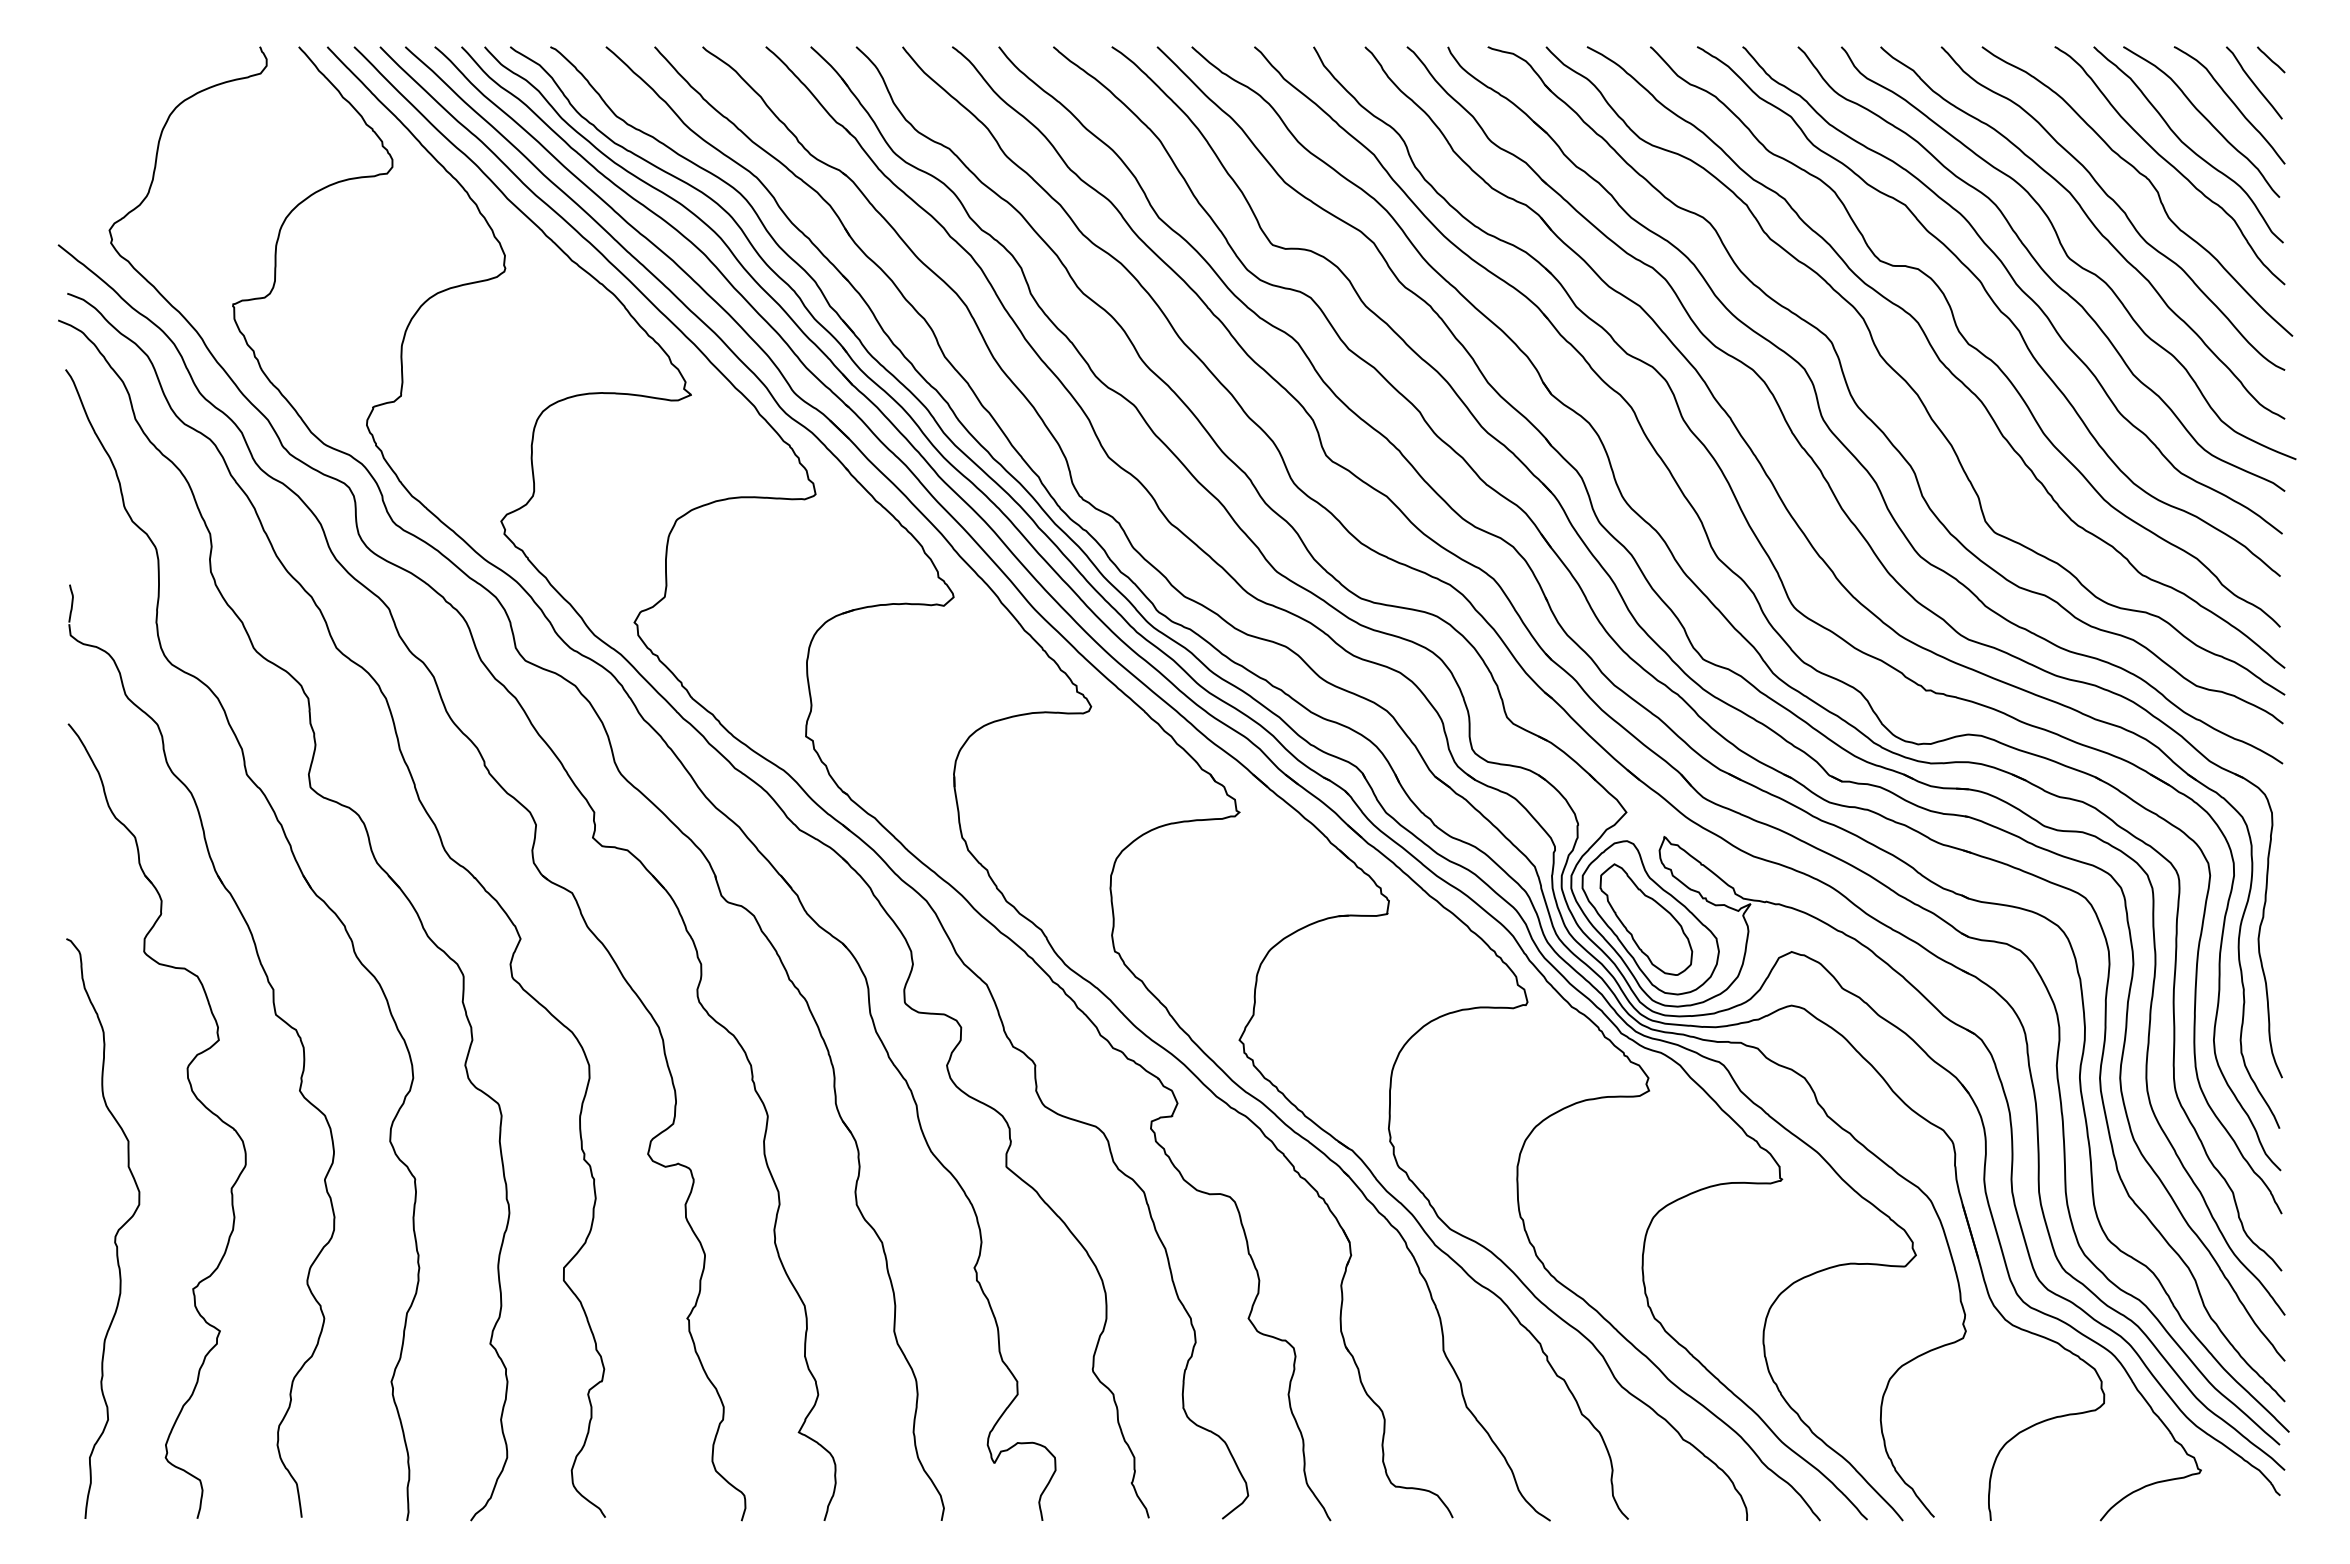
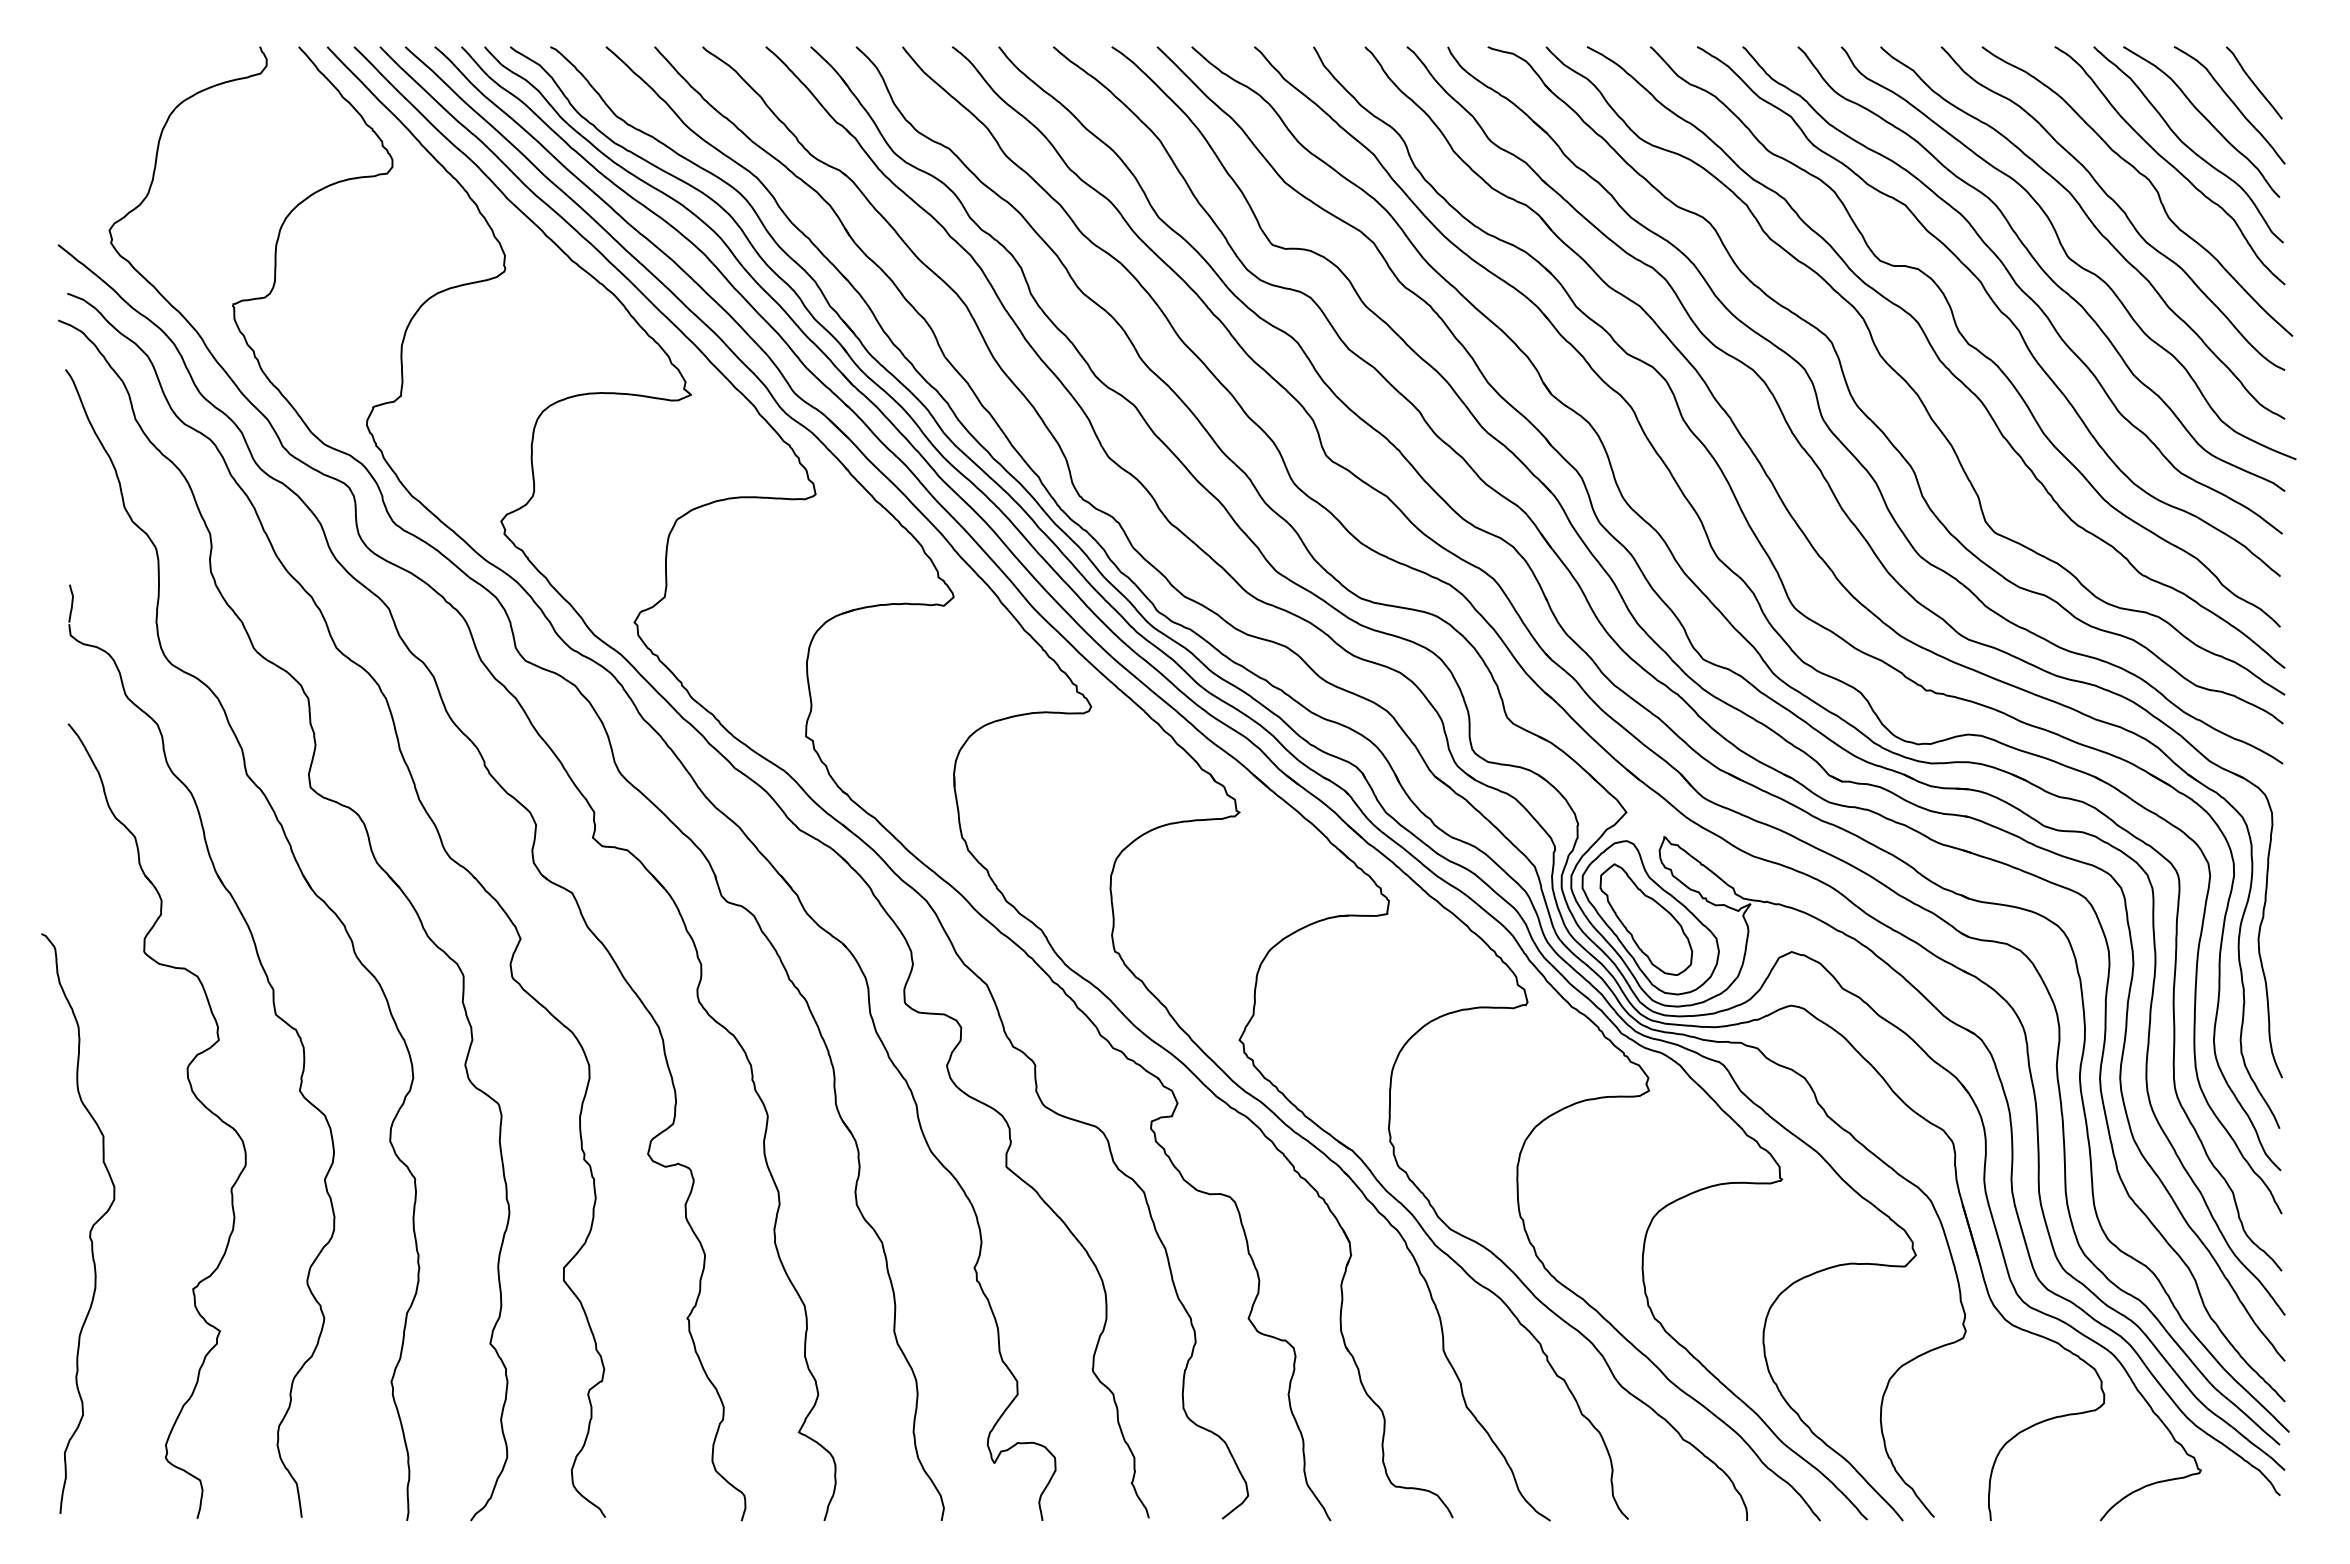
line at (2271, 59): present -> none
curve at (115, 1234) position: (115, 1234) -> (90, 1229)
